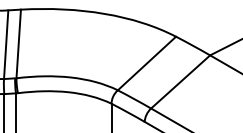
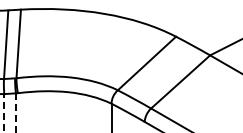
line at (3, 113): solid -> dashed
line at (16, 113): solid -> dashed
